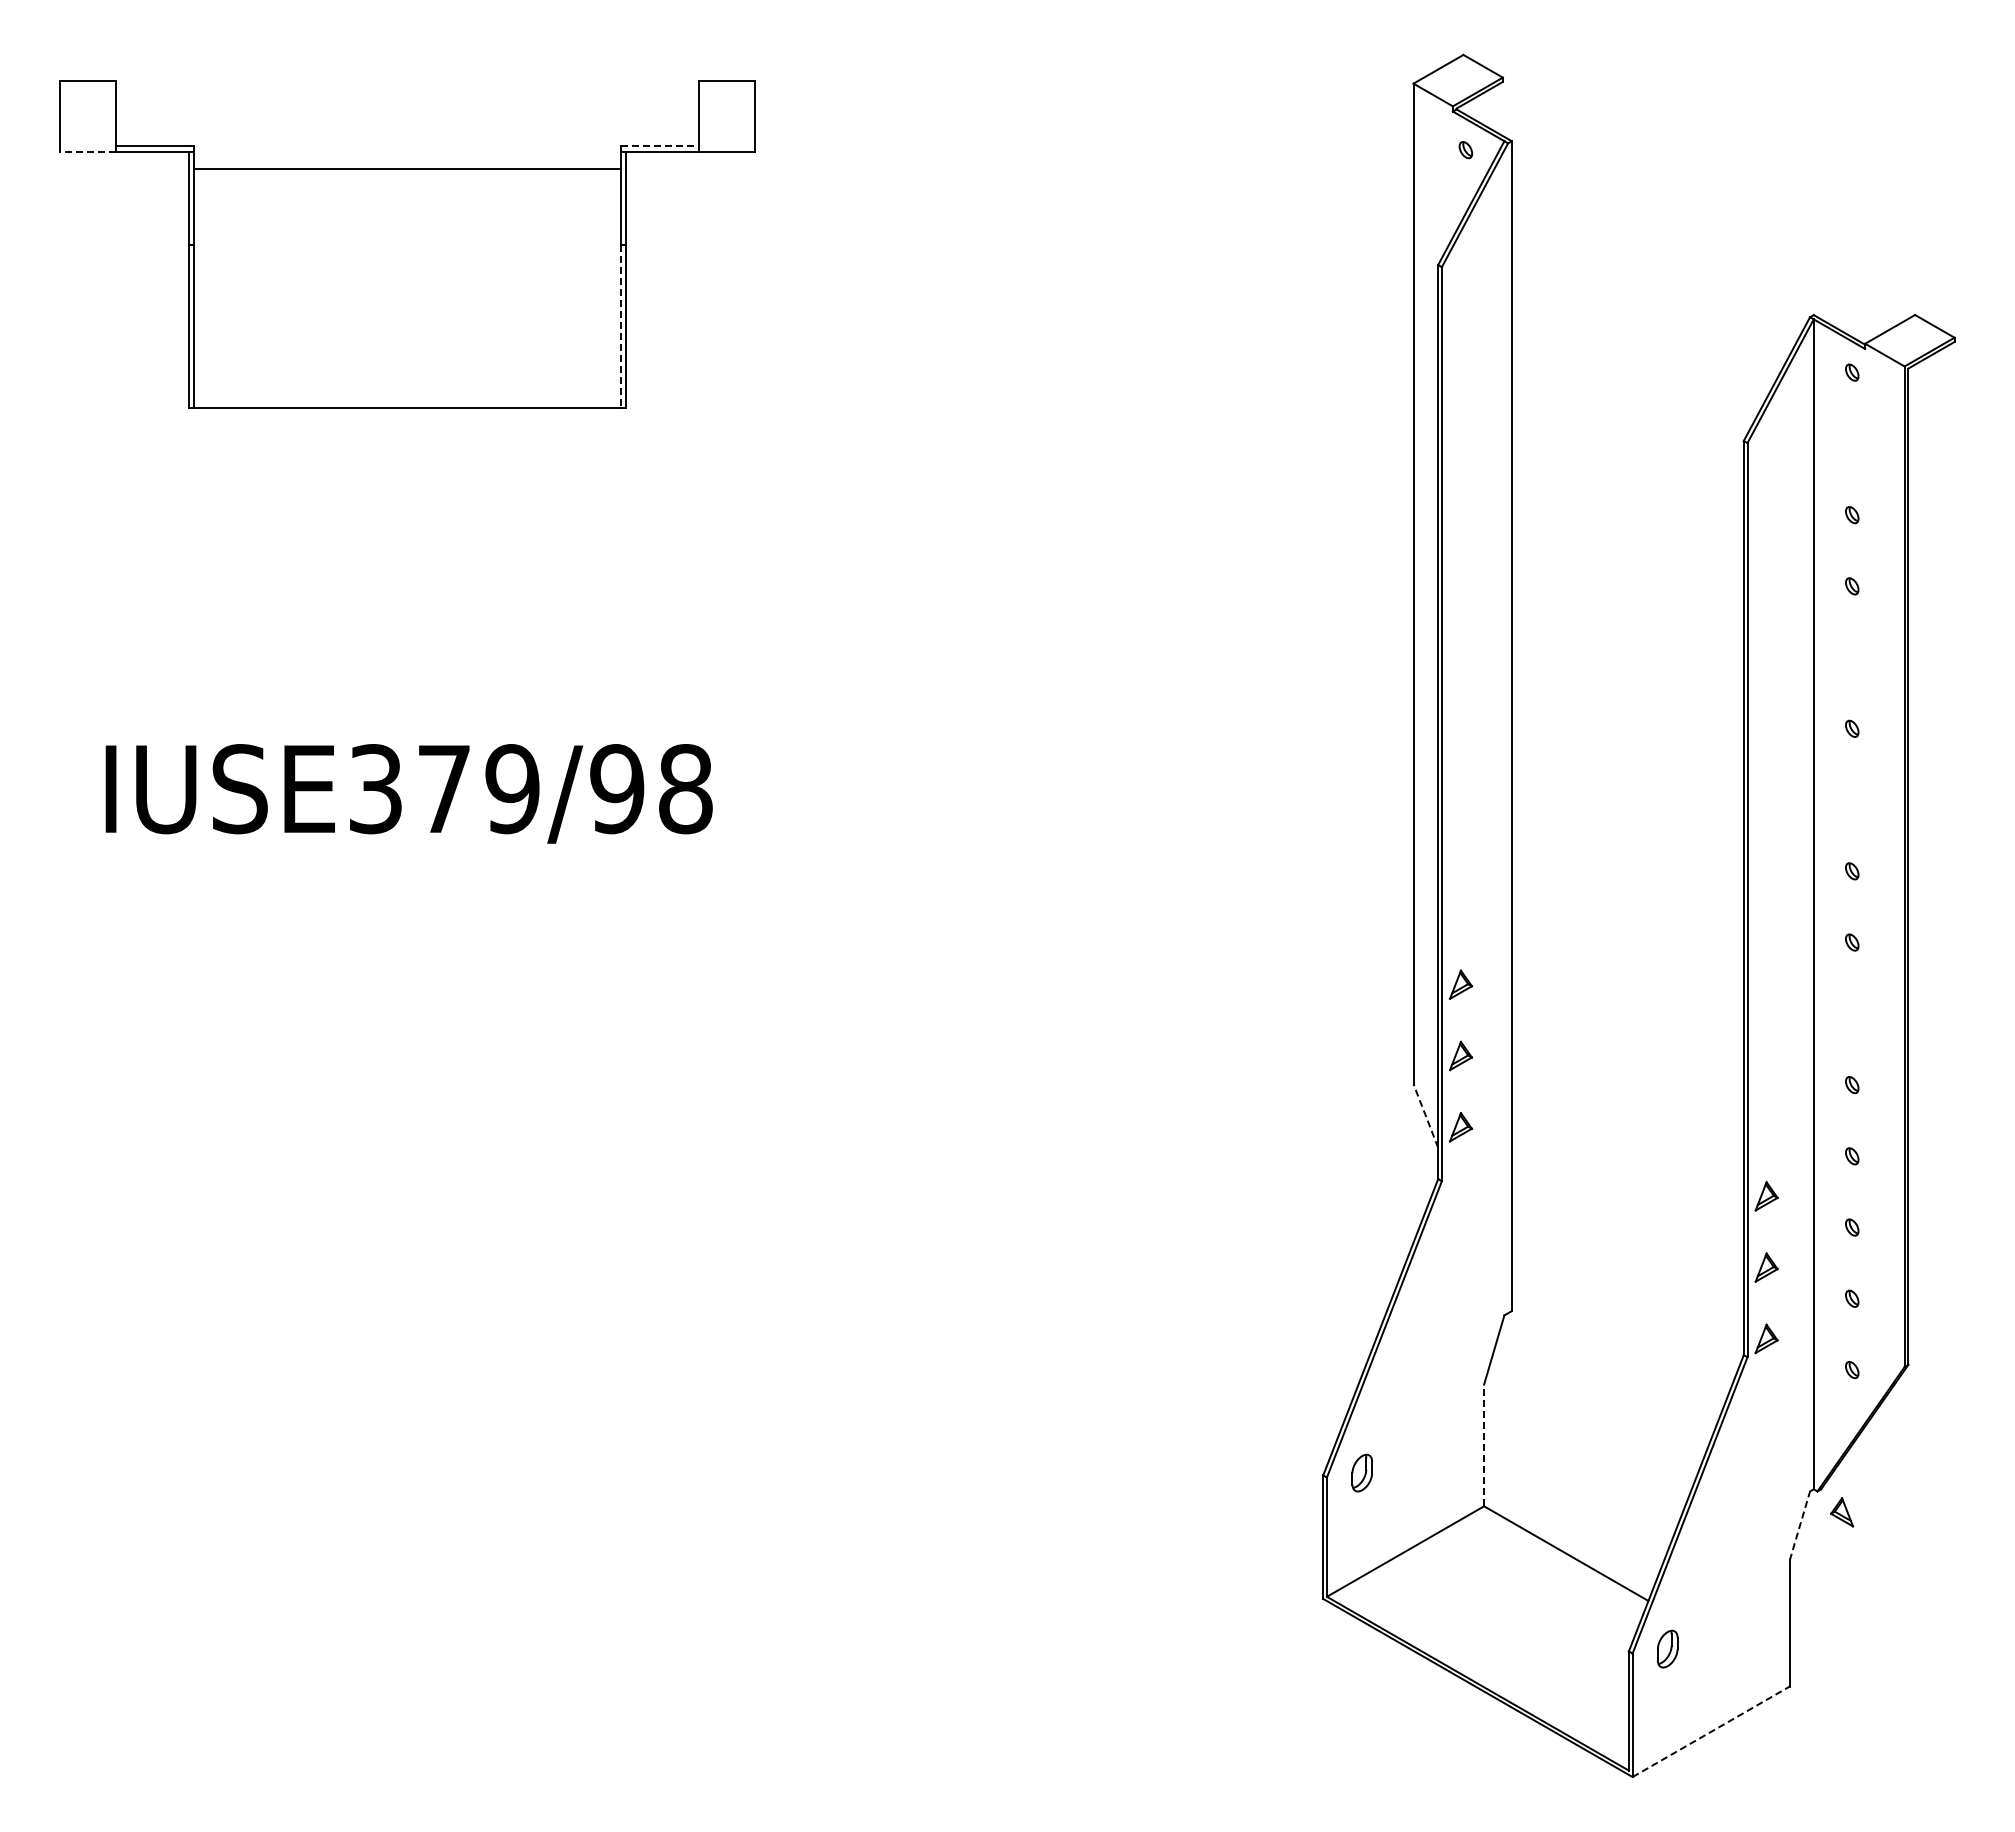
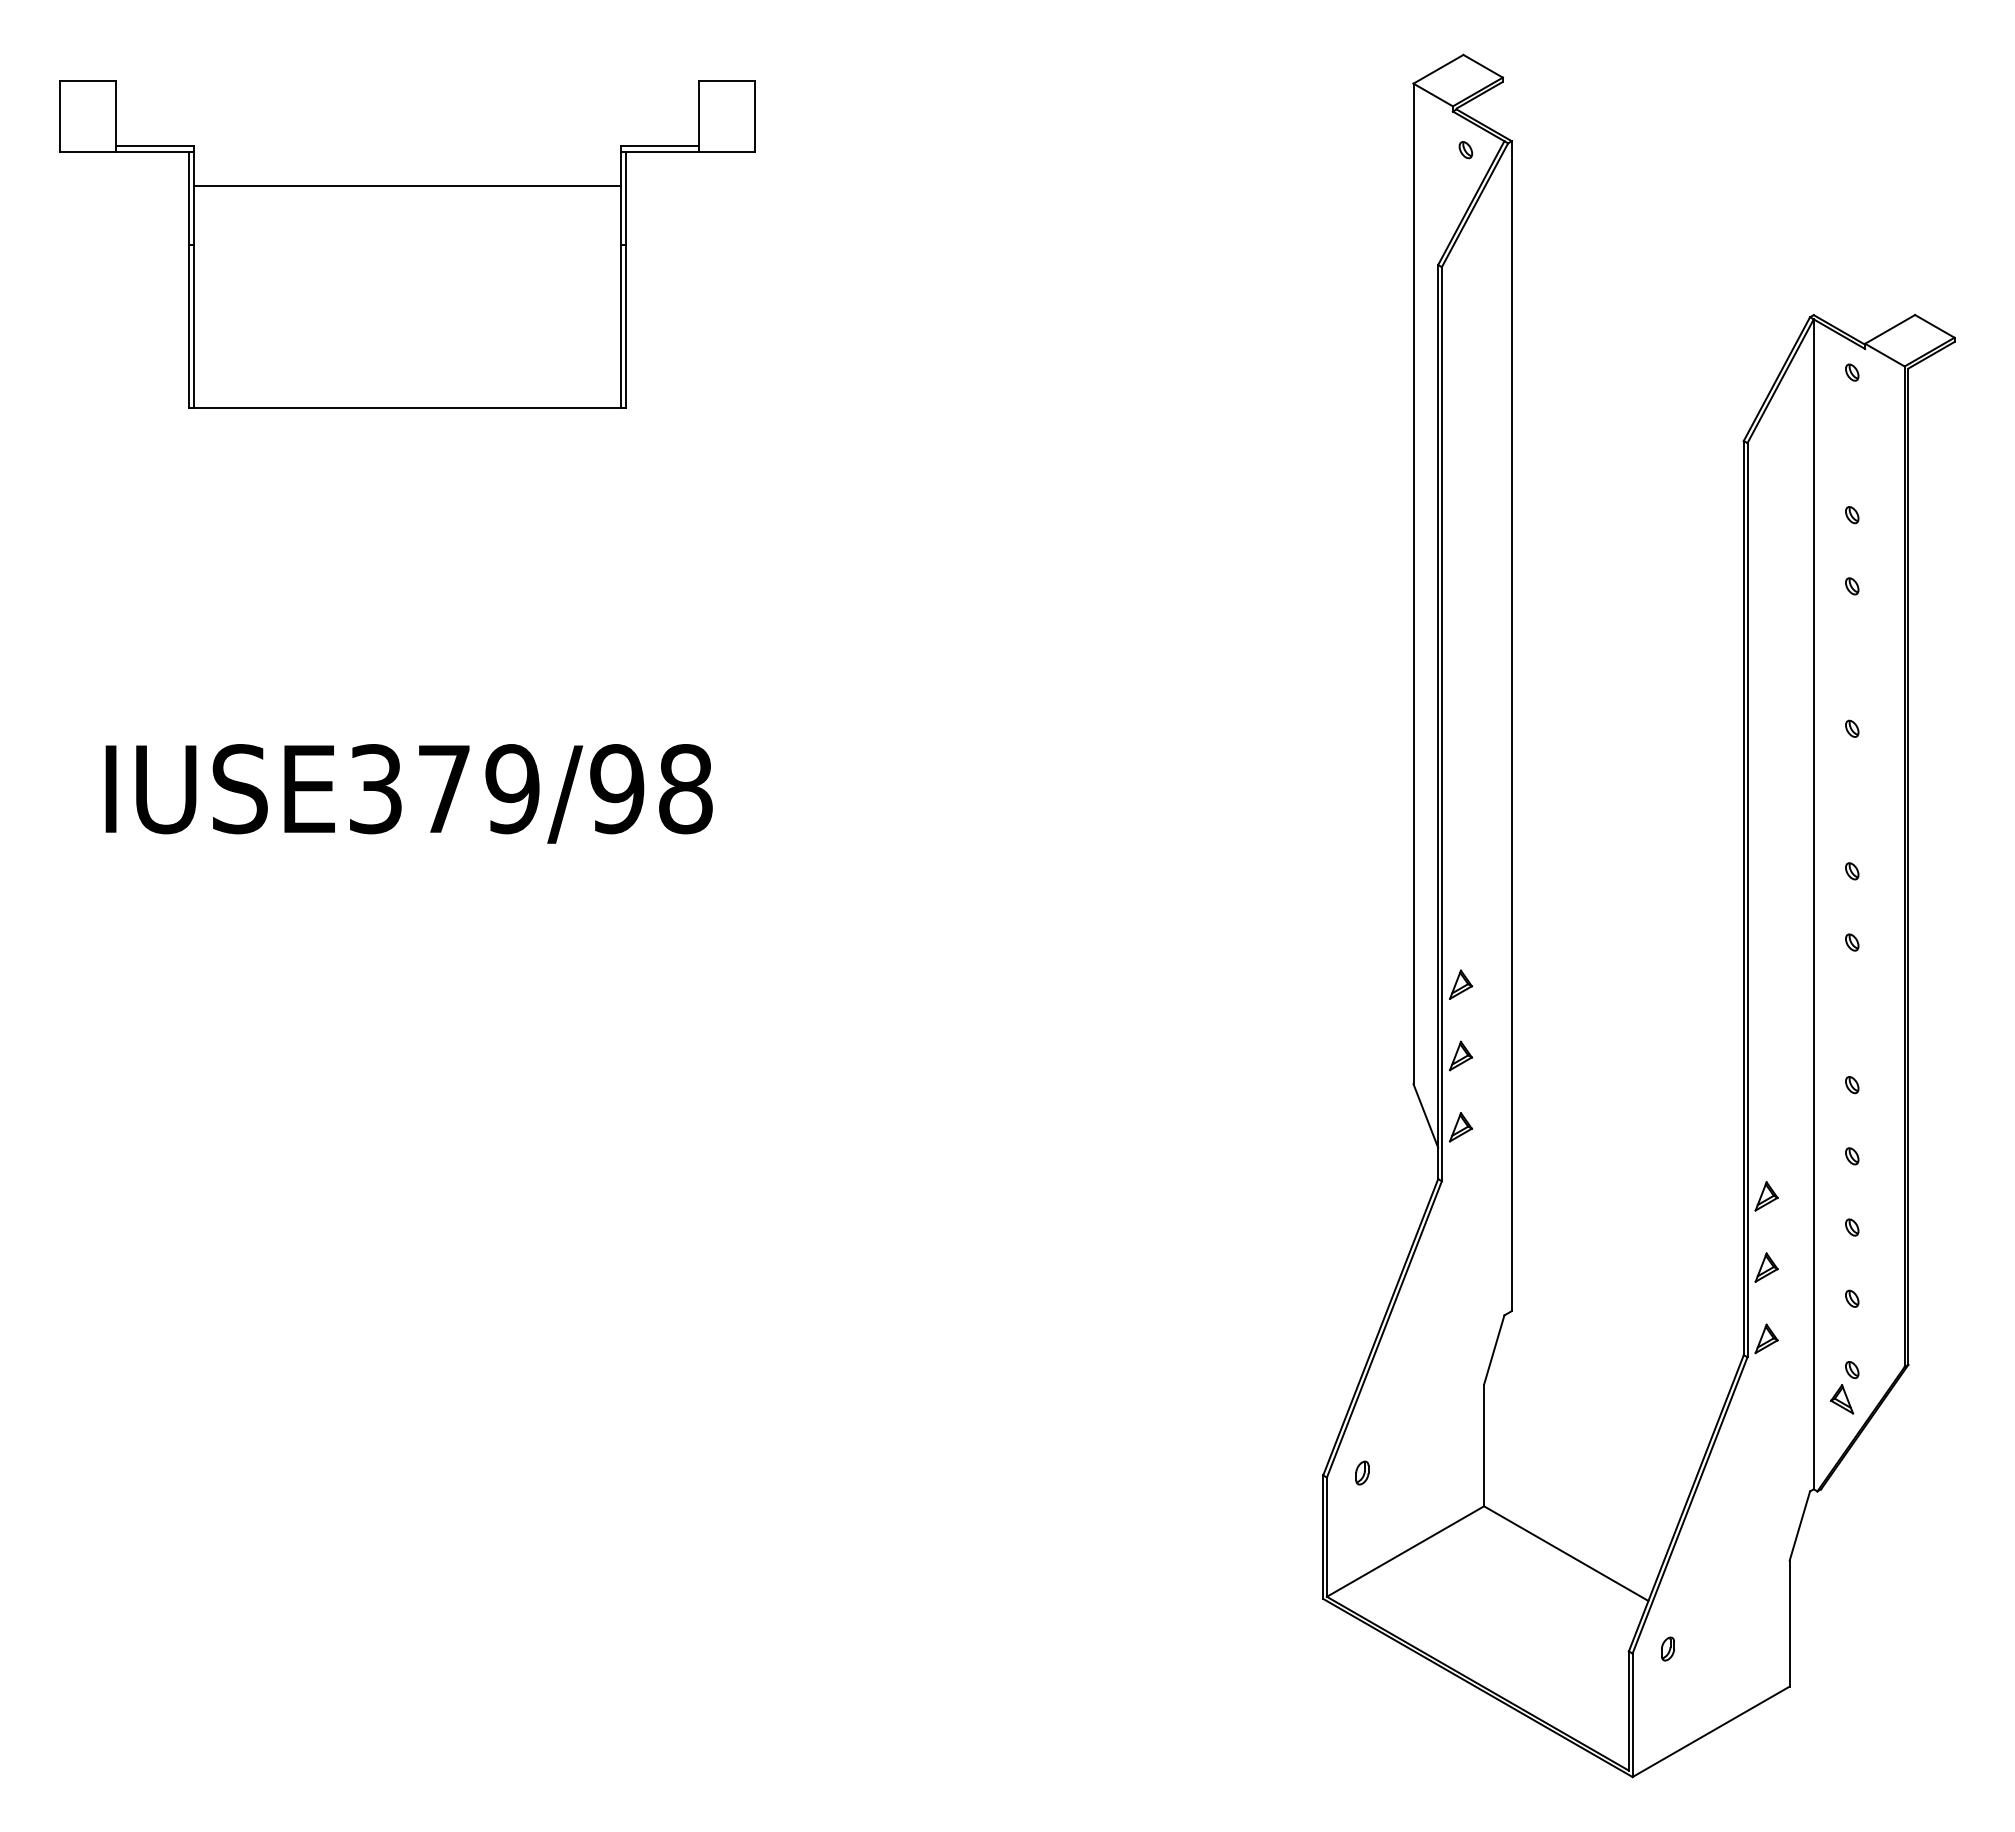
line at (660, 146): dashed -> solid
line at (88, 151): dashed -> solid
line at (407, 168) position: (407, 168) -> (407, 185)
line at (621, 327): dashed -> solid
line at (1425, 1115): dashed -> solid
line at (1484, 1445): dashed -> solid
part at (1361, 1472) size: 22x40 px -> 15x26 px
part at (1842, 1512) position: (1842, 1512) -> (1842, 1399)
line at (1800, 1525): dashed -> solid
part at (1667, 1648) size: 22x40 px -> 15x26 px
line at (1711, 1731): dashed -> solid
